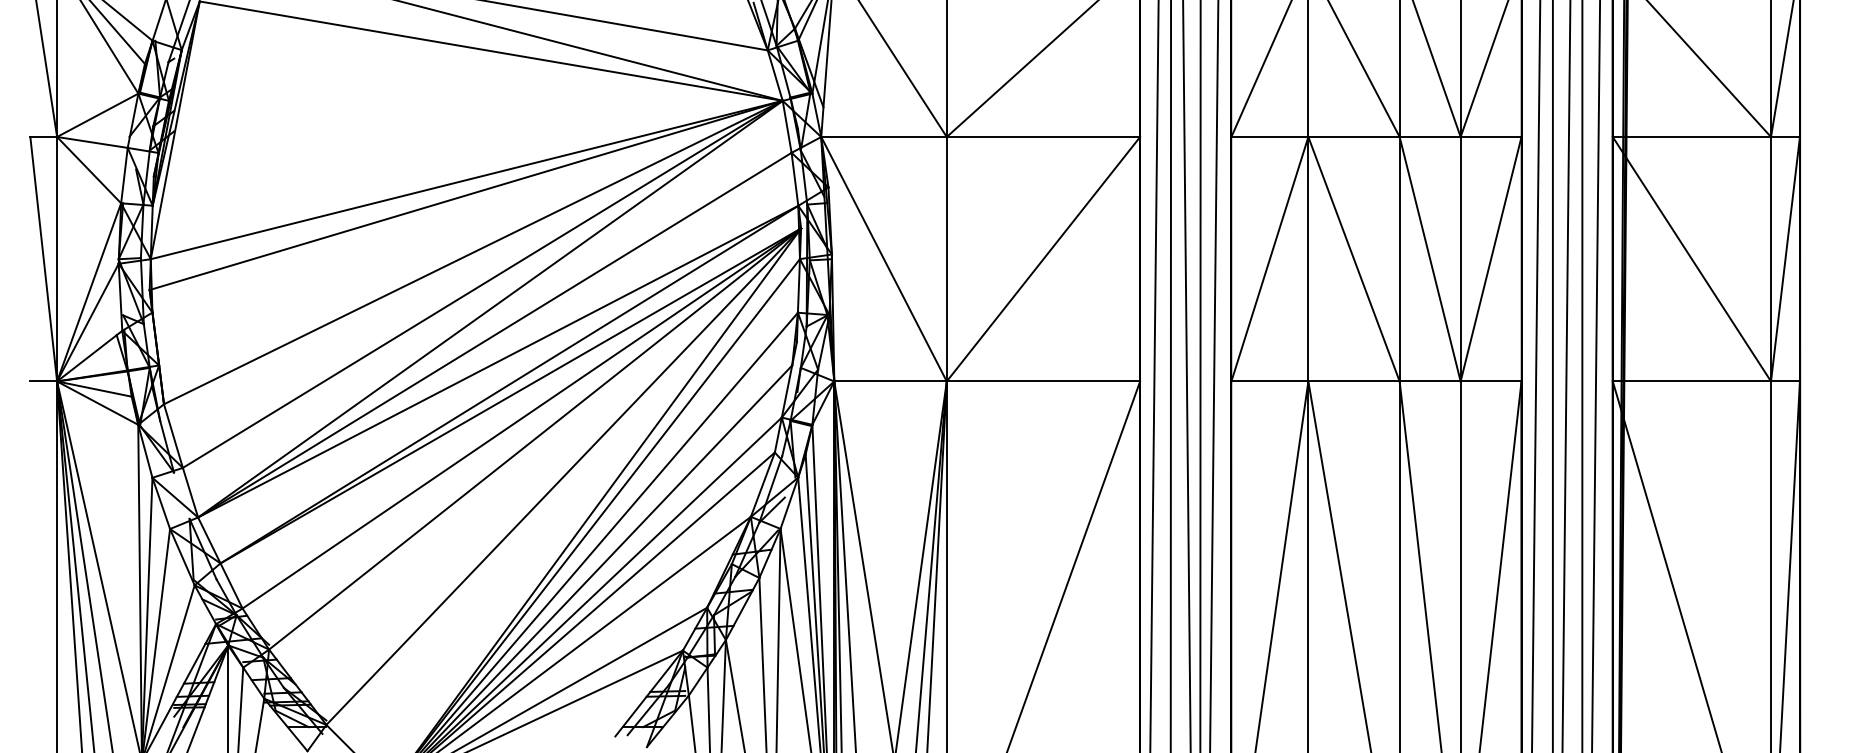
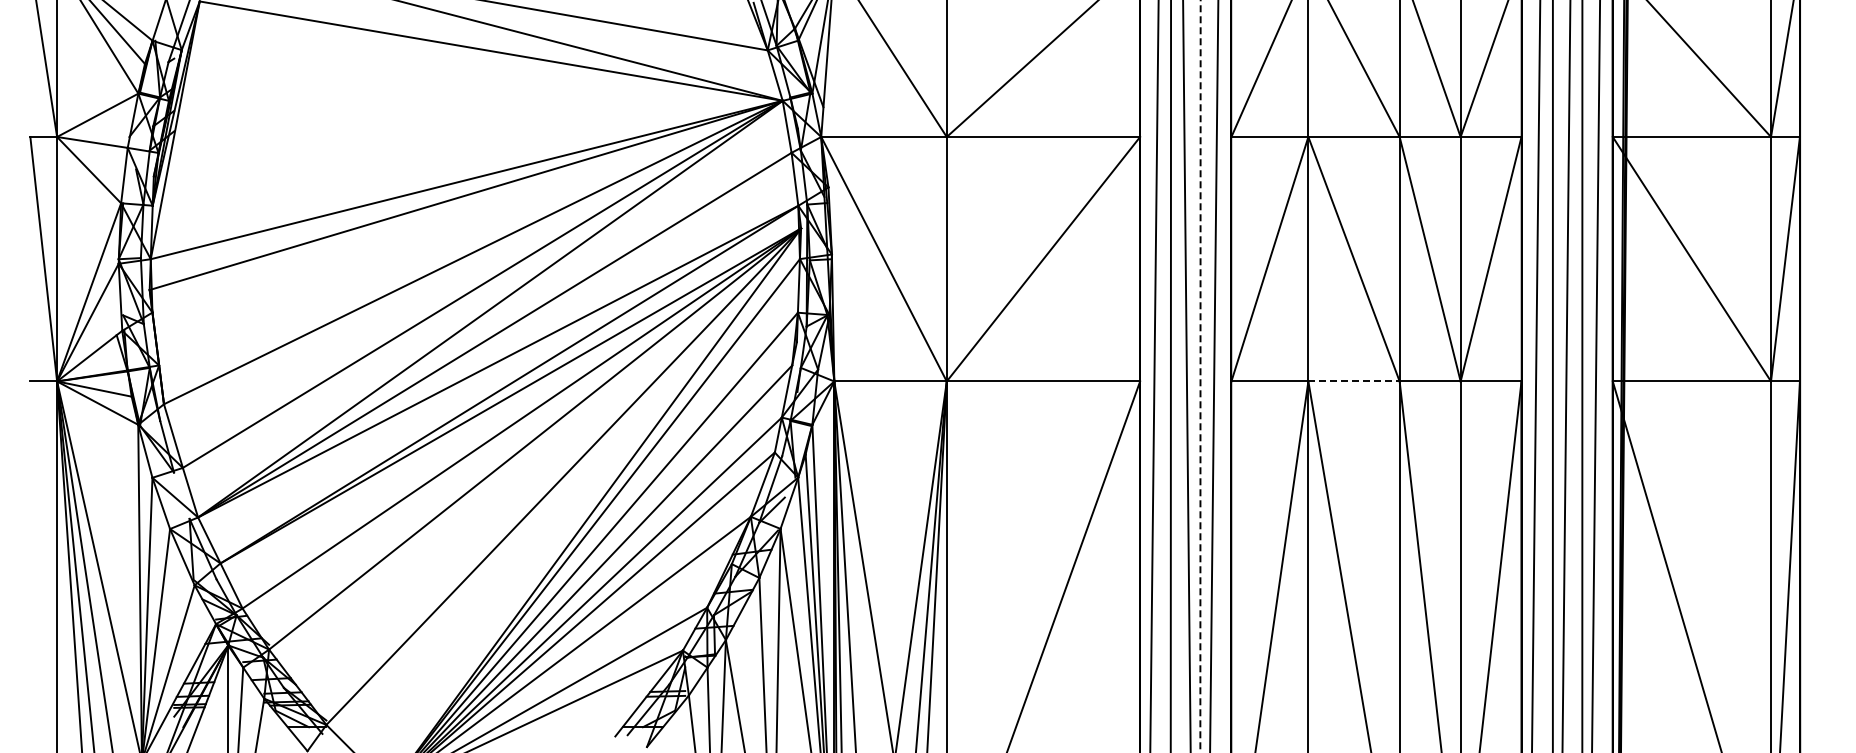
line at (1200, 376): solid -> dashed
line at (1354, 381): solid -> dashed
